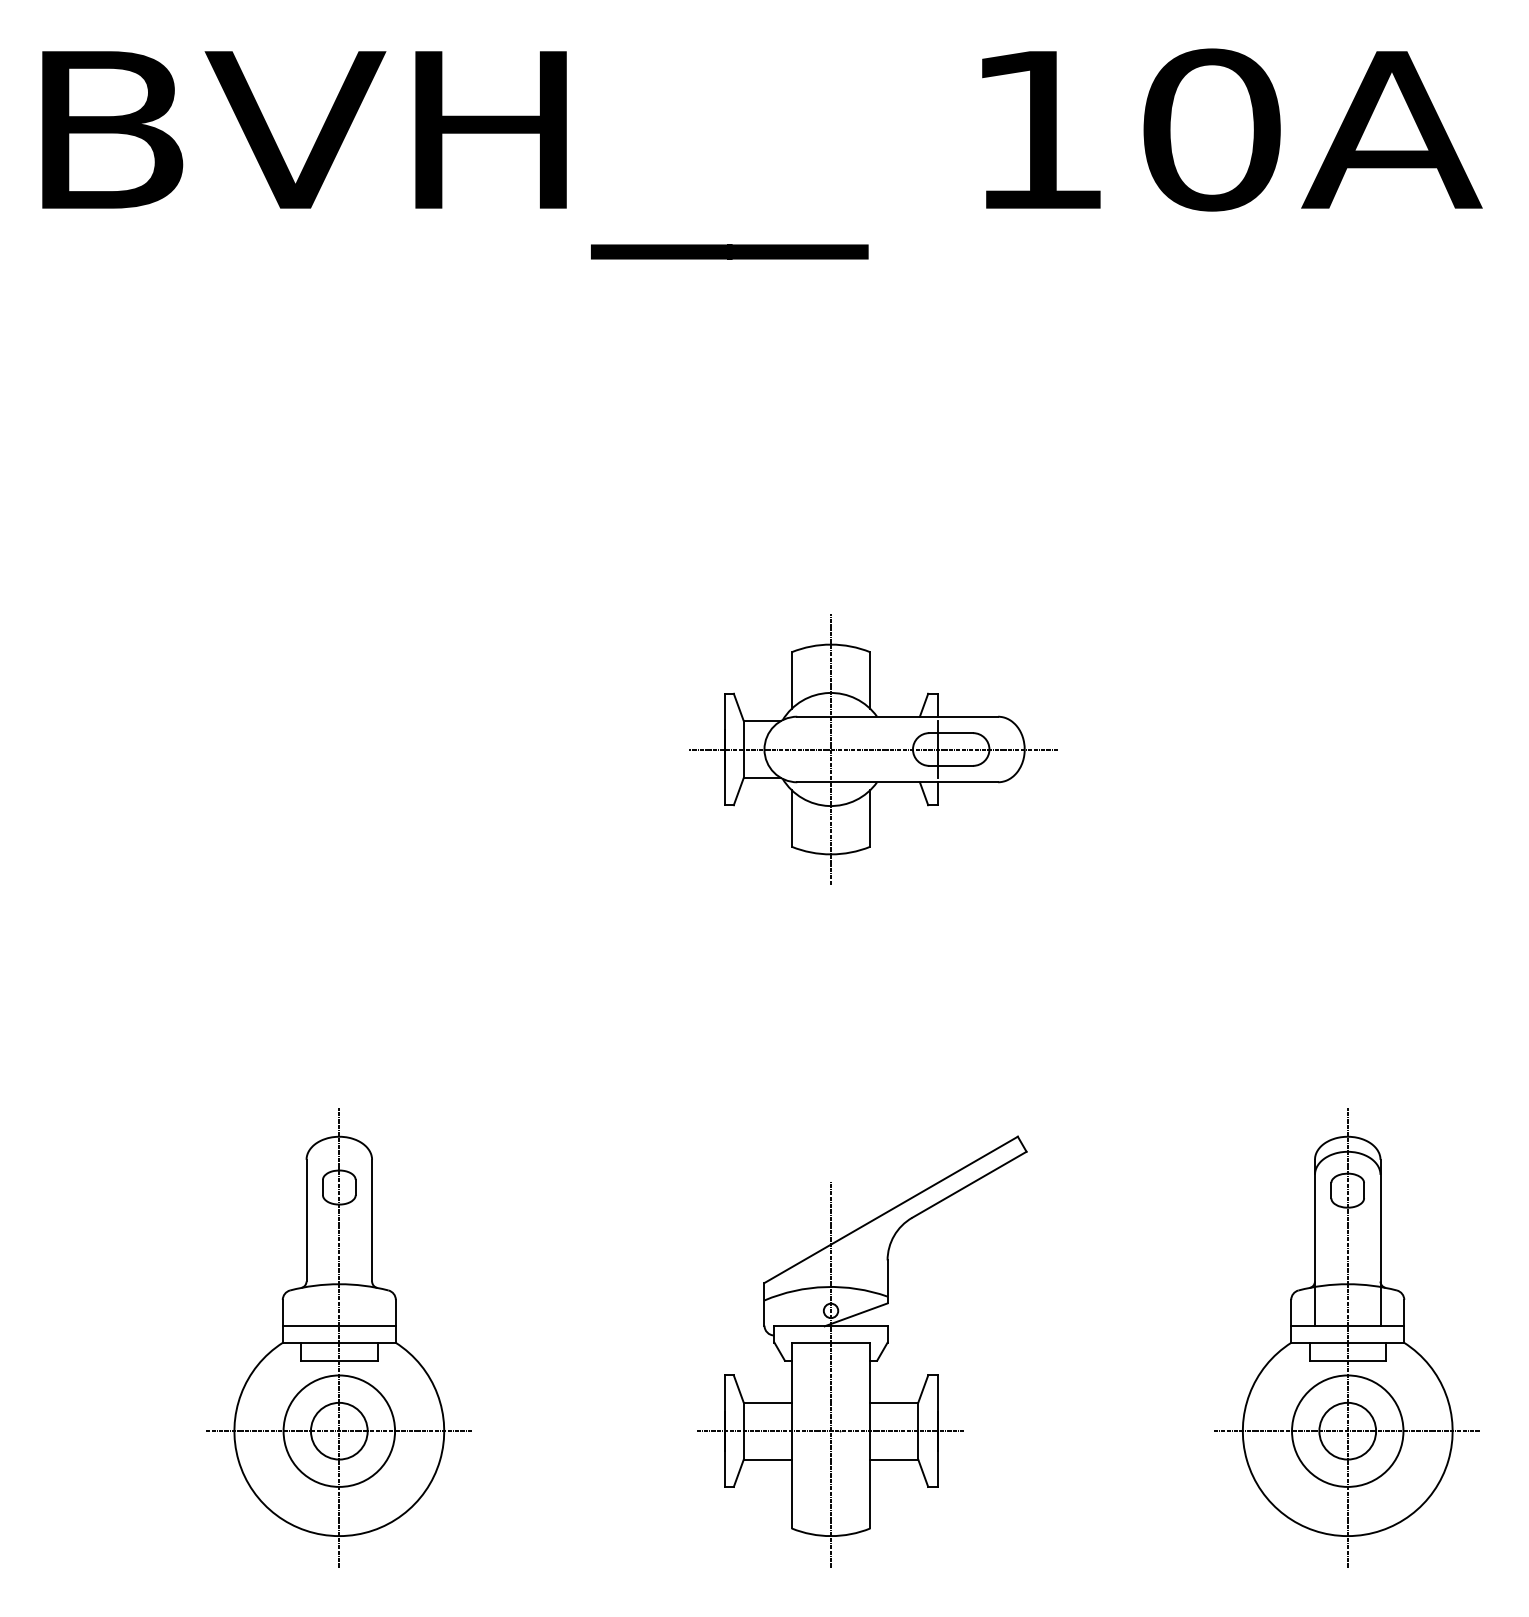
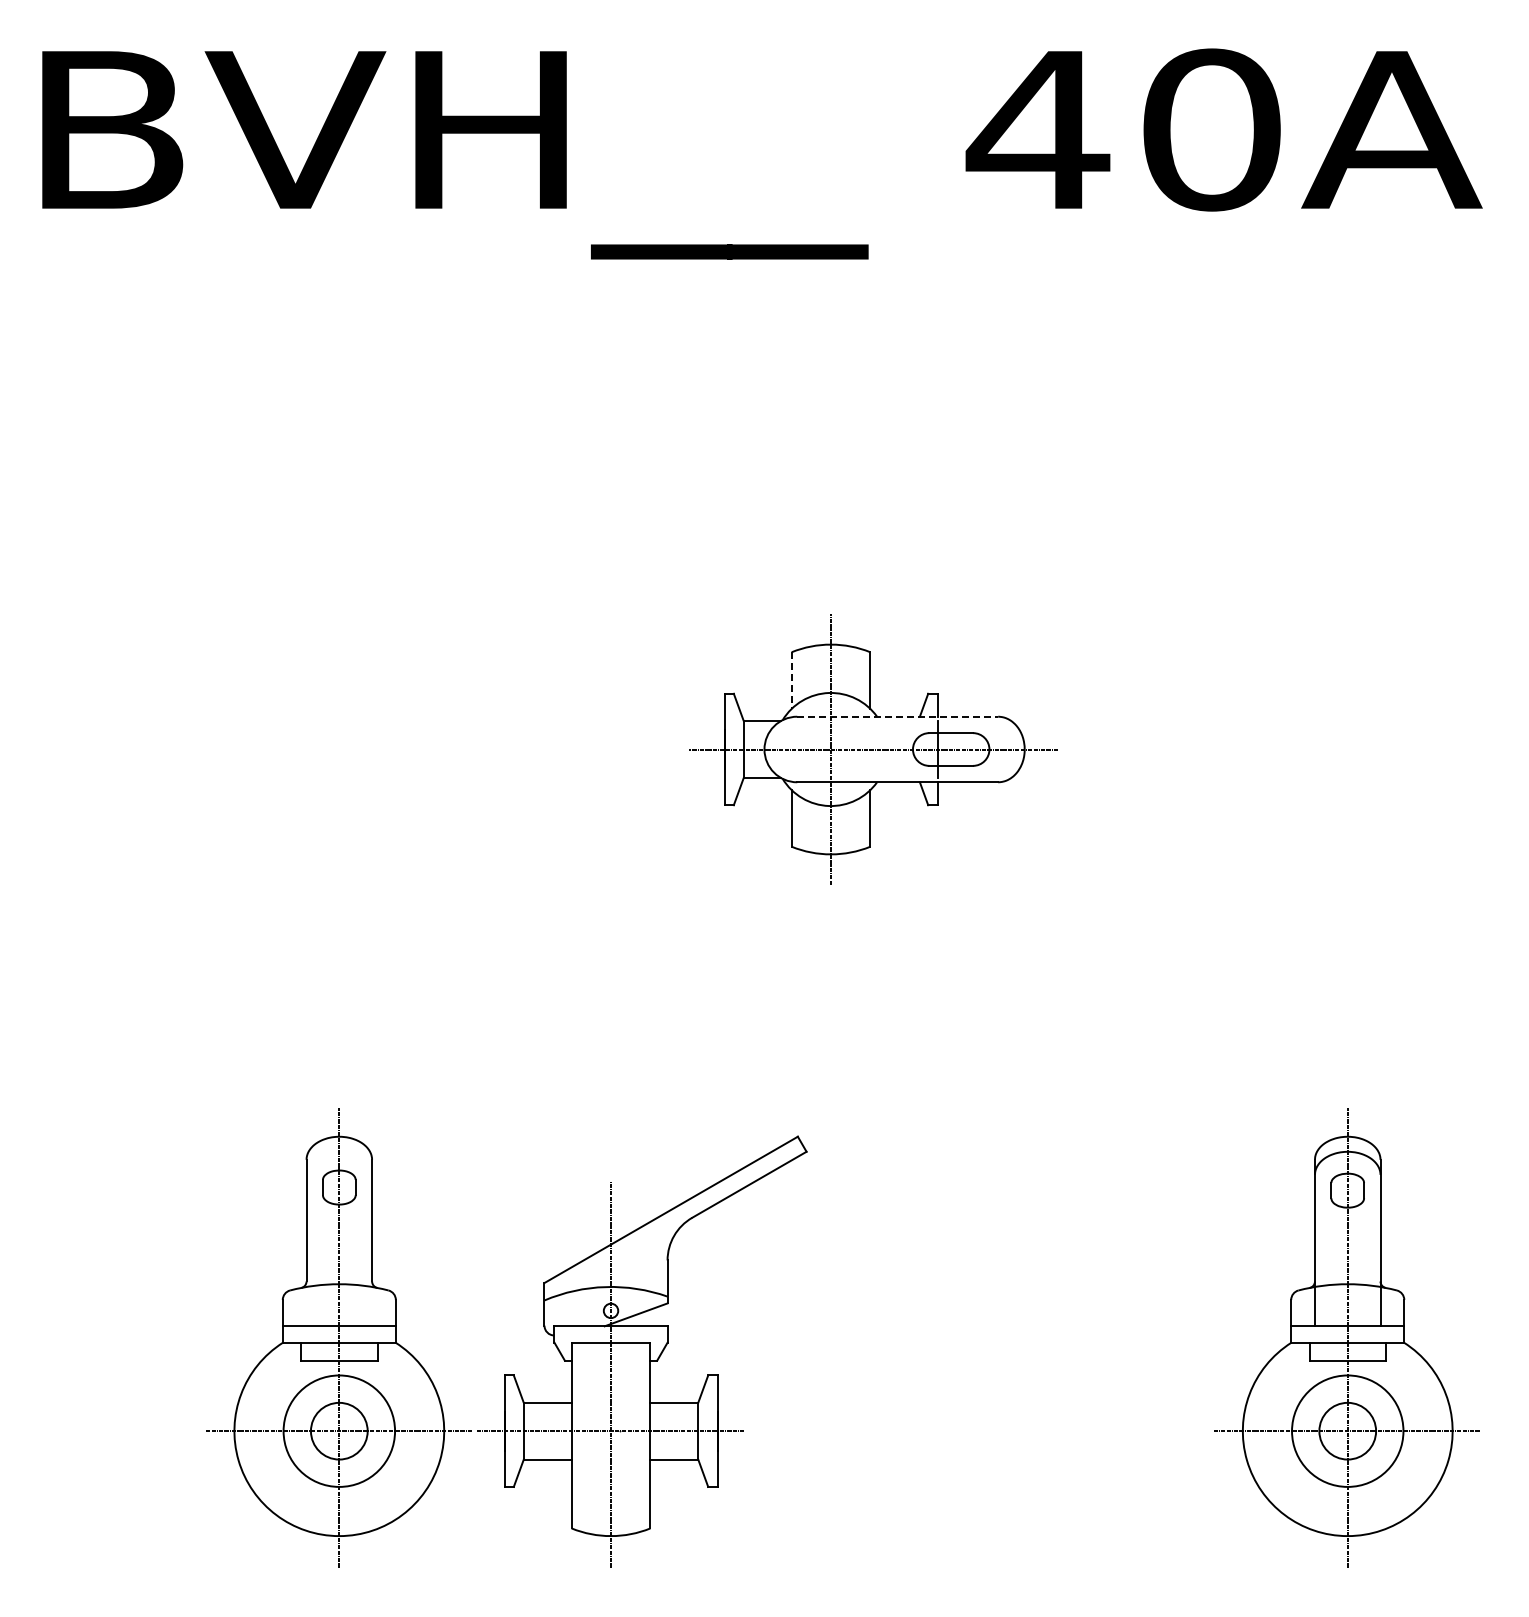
text at (1037, 129): 10A -> 40A
line at (791, 681): solid -> dashed
line at (898, 716): solid -> dashed
part at (862, 1351) position: (862, 1351) -> (642, 1351)
